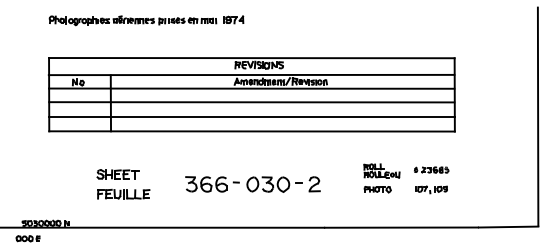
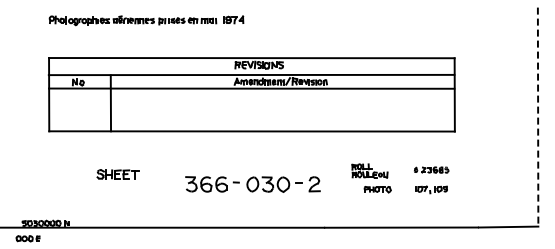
line at (251, 102): present -> none
line at (251, 116): present -> none
line at (538, 117): solid -> dashed
part at (381, 170) position: (381, 170) -> (369, 170)
part at (123, 193): present -> none
